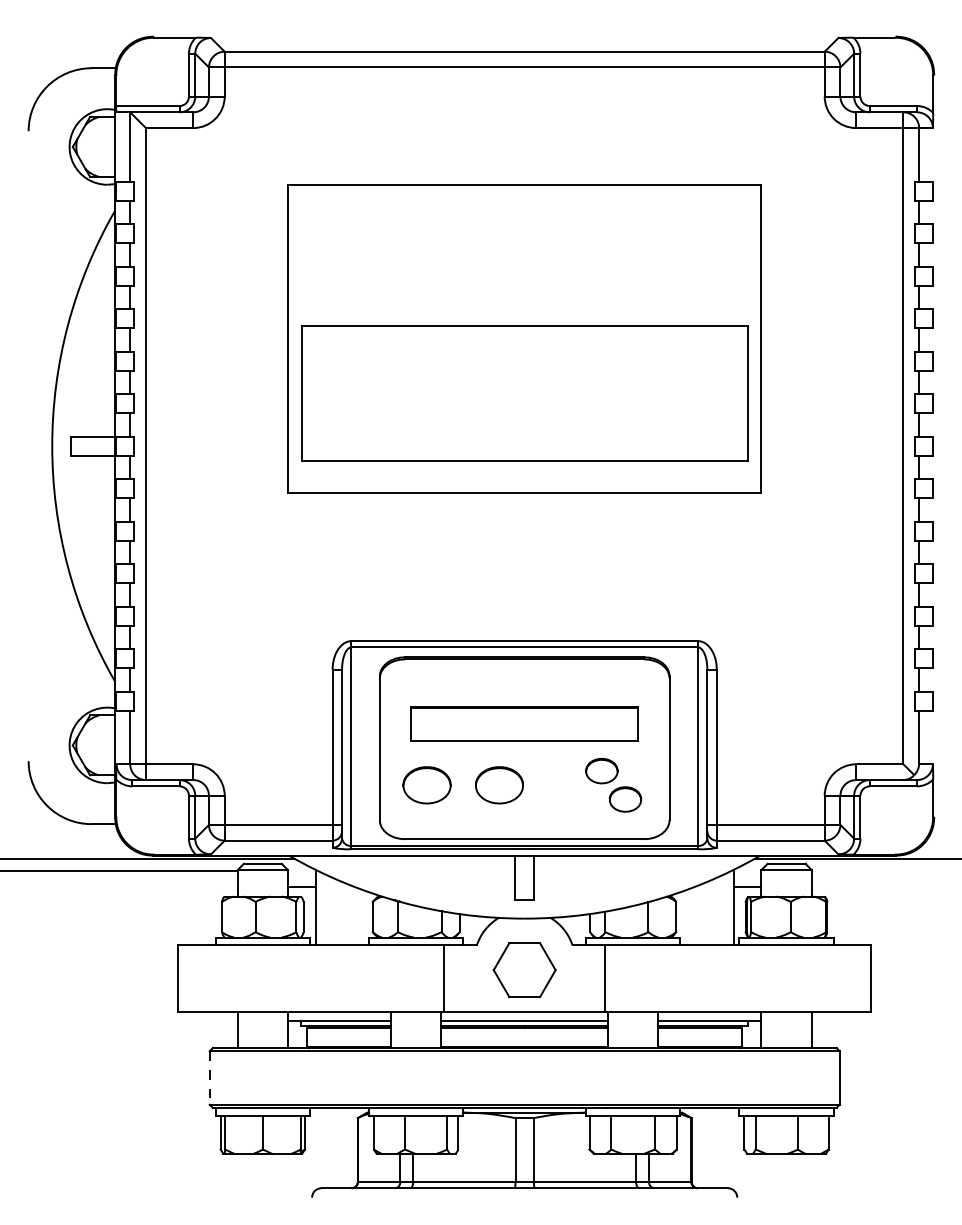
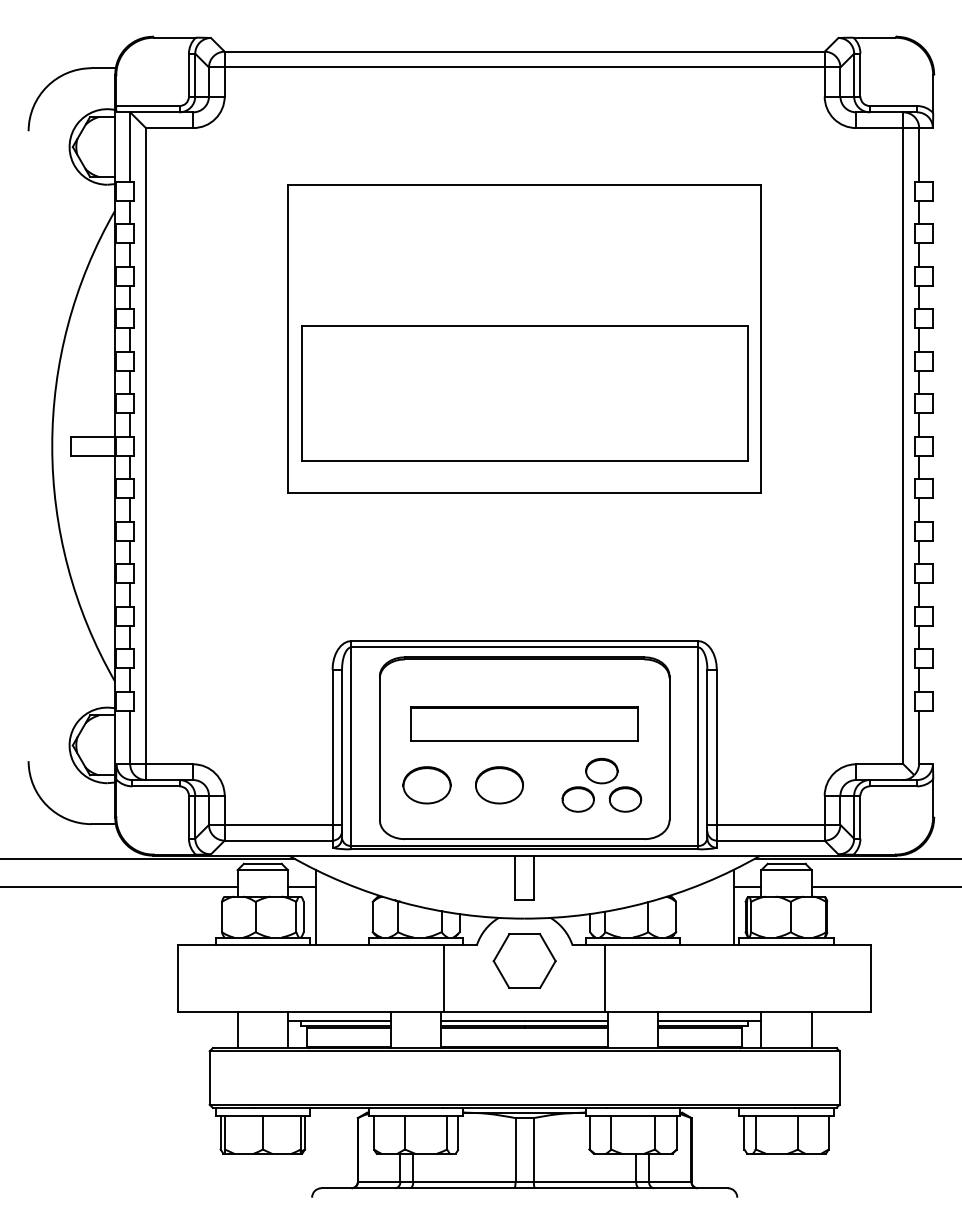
part at (577, 799): none -> present
line at (119, 871) position: (119, 871) -> (119, 887)
line at (884, 887): none -> present
part at (524, 969) position: (524, 969) -> (524, 960)
line at (209, 1078): dashed -> solid
